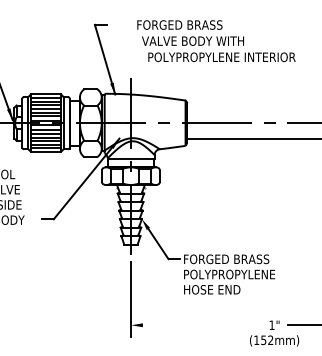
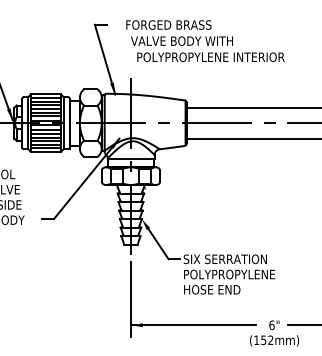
text at (216, 41) position: (216, 41) -> (205, 41)
line at (252, 107): none -> present
text at (226, 259): FORGED BRASS -> SIX SERRATION
line at (193, 325): none -> present
text at (271, 325): 1" -> 6"
